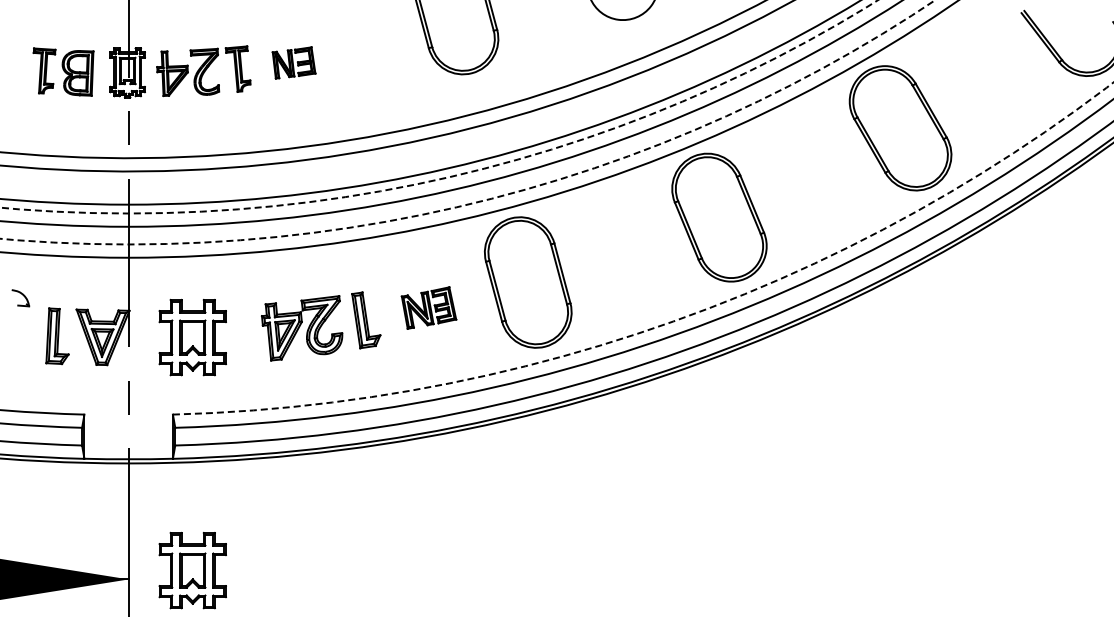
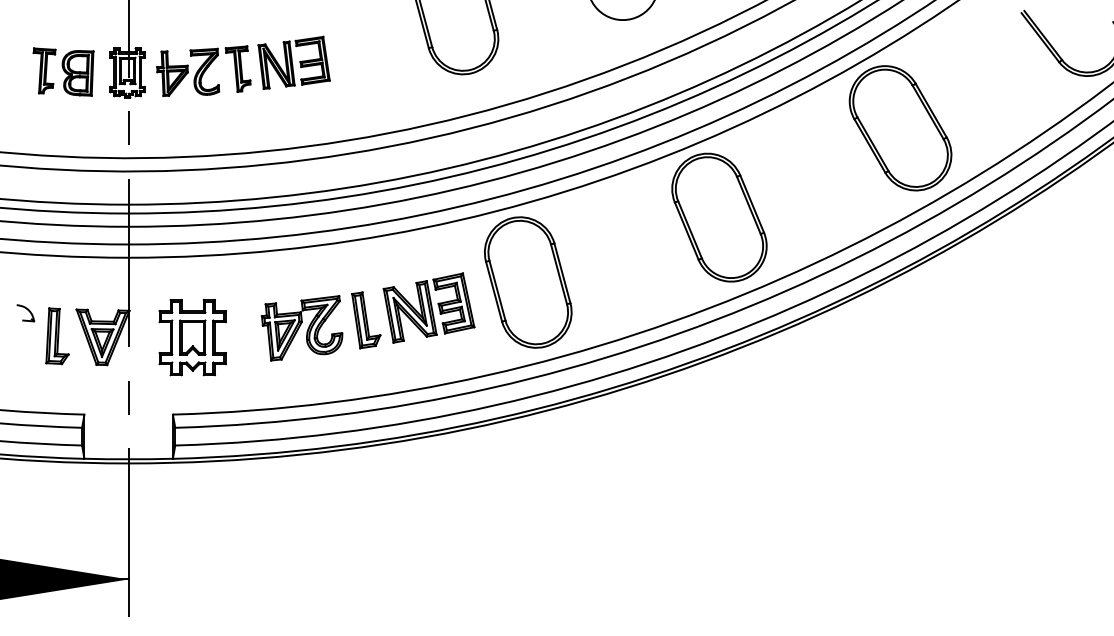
part at (293, 62) size: 46x34 px -> 74x56 px
circle at (438, 106): dashed -> solid
circle at (467, 122): dashed -> solid
part at (20, 298) position: (20, 298) -> (25, 313)
part at (428, 307) size: 58x44 px -> 94x72 px
arc at (670, 322): dashed -> solid
part at (192, 570): present -> none
